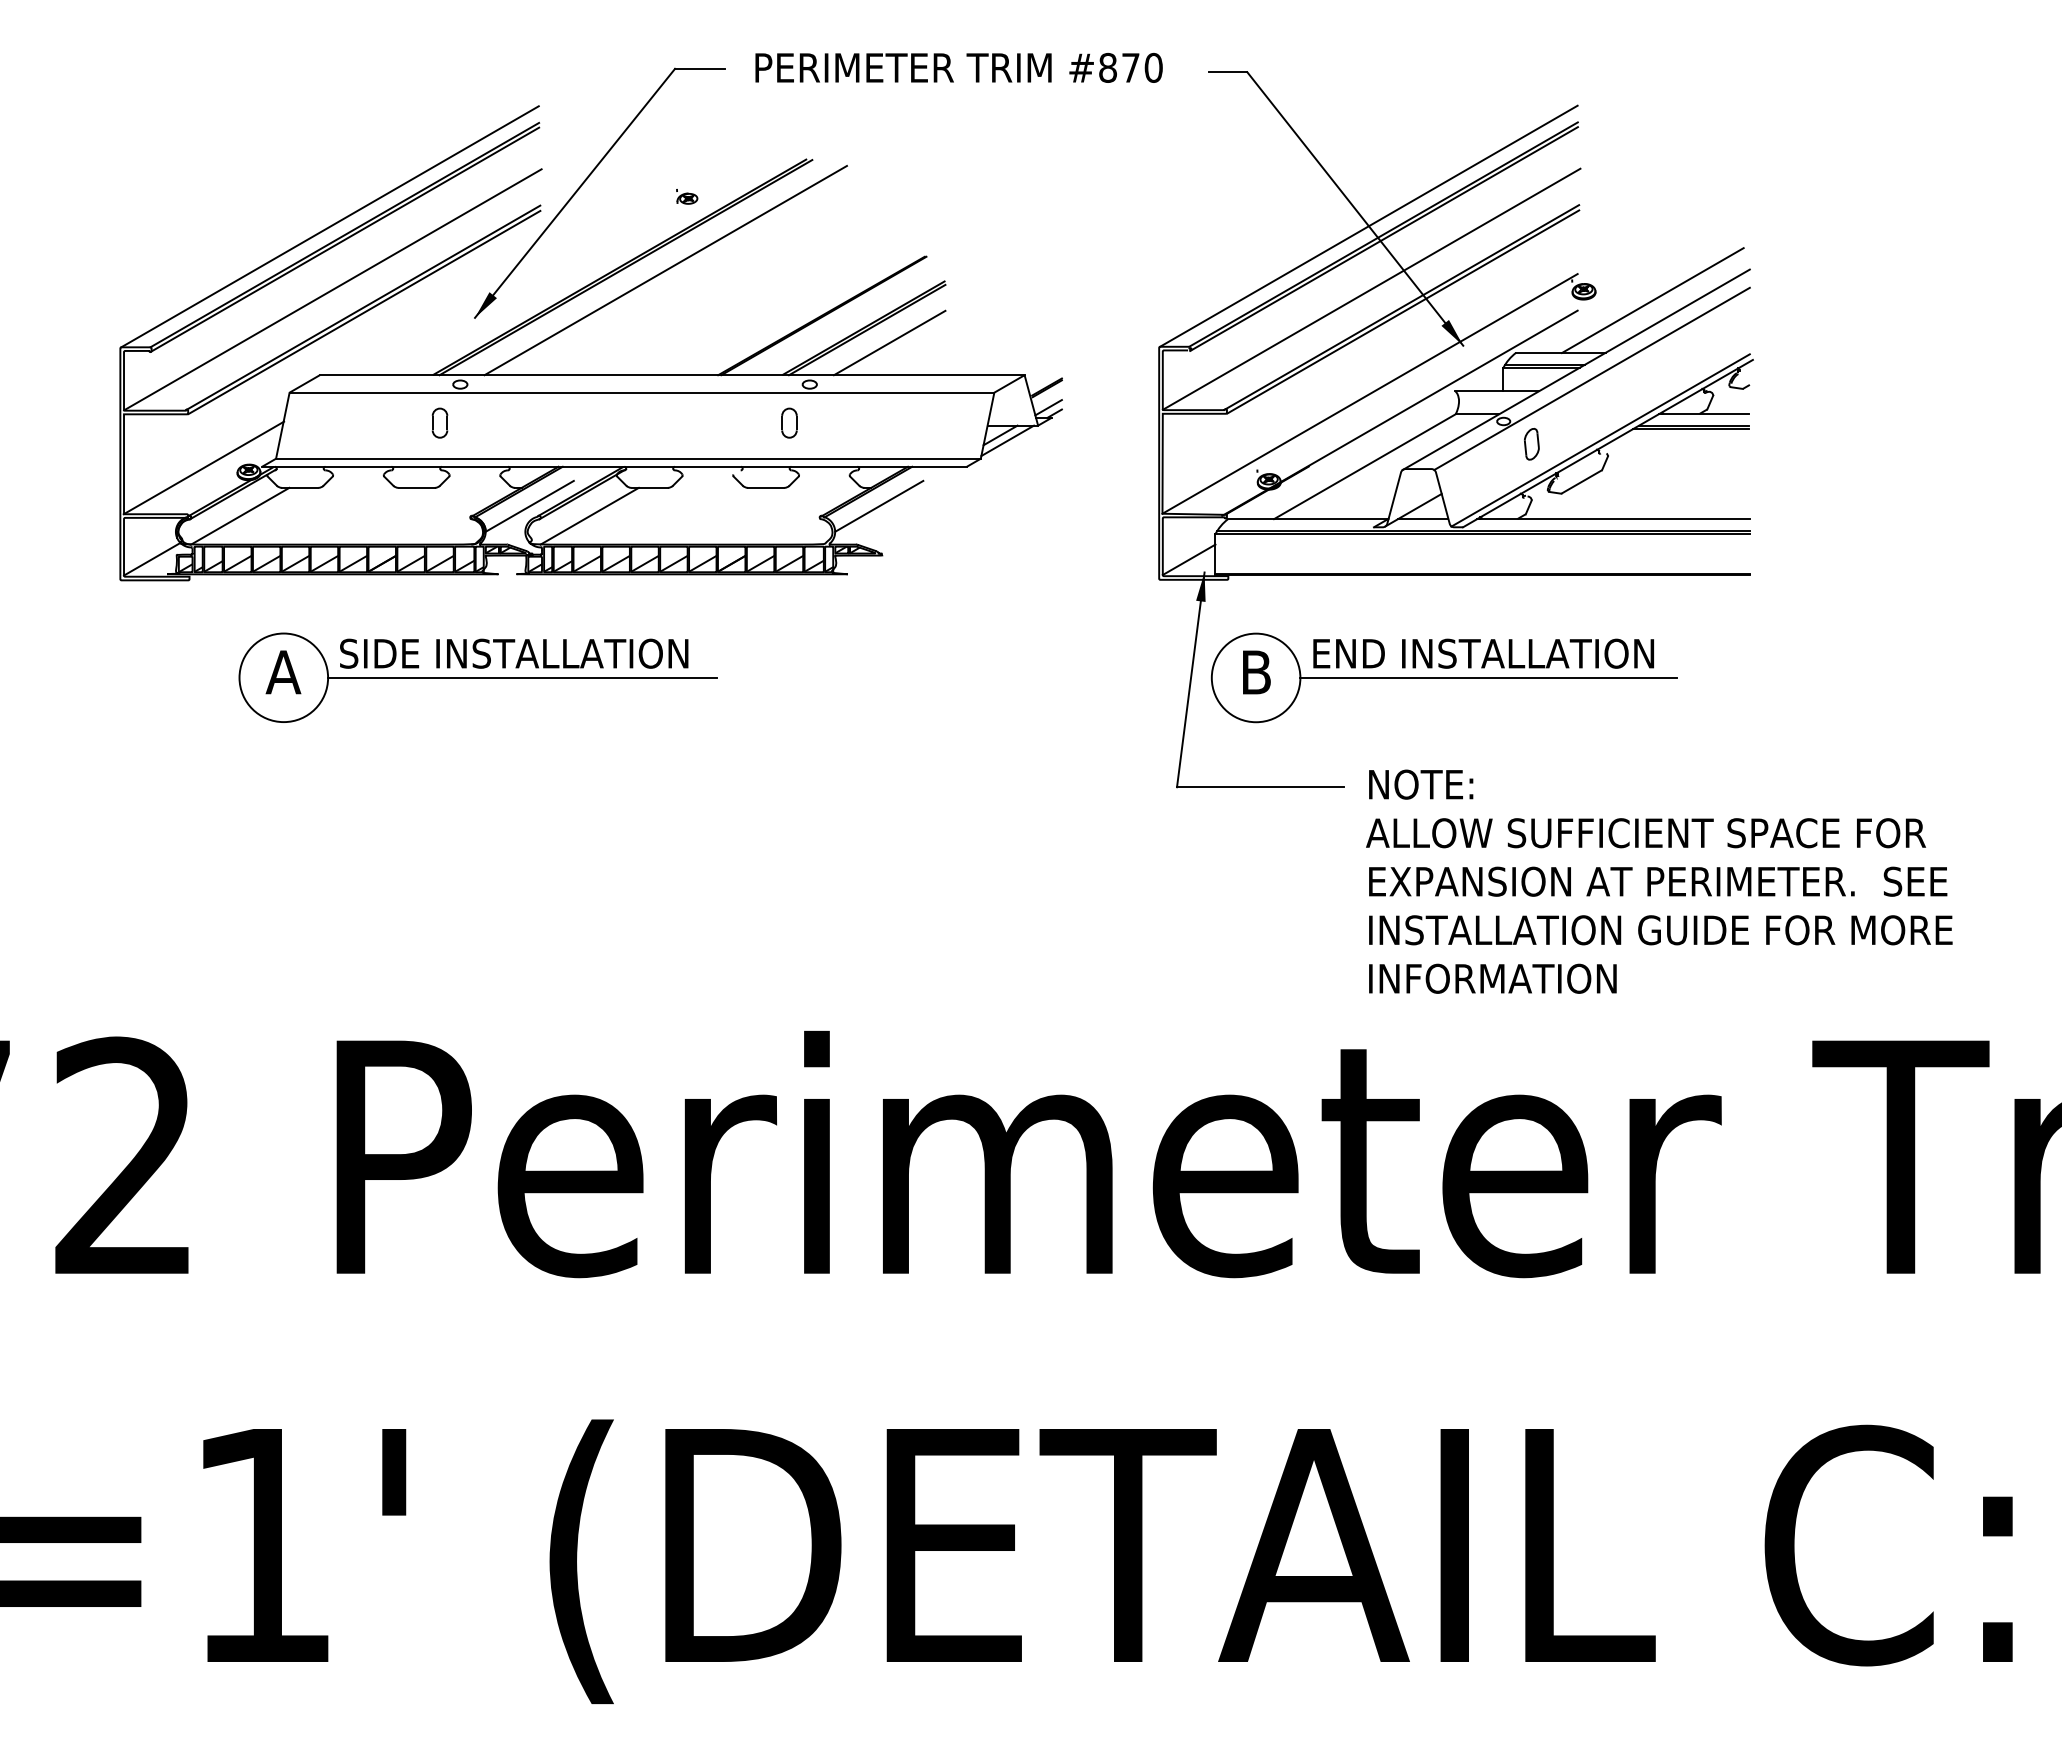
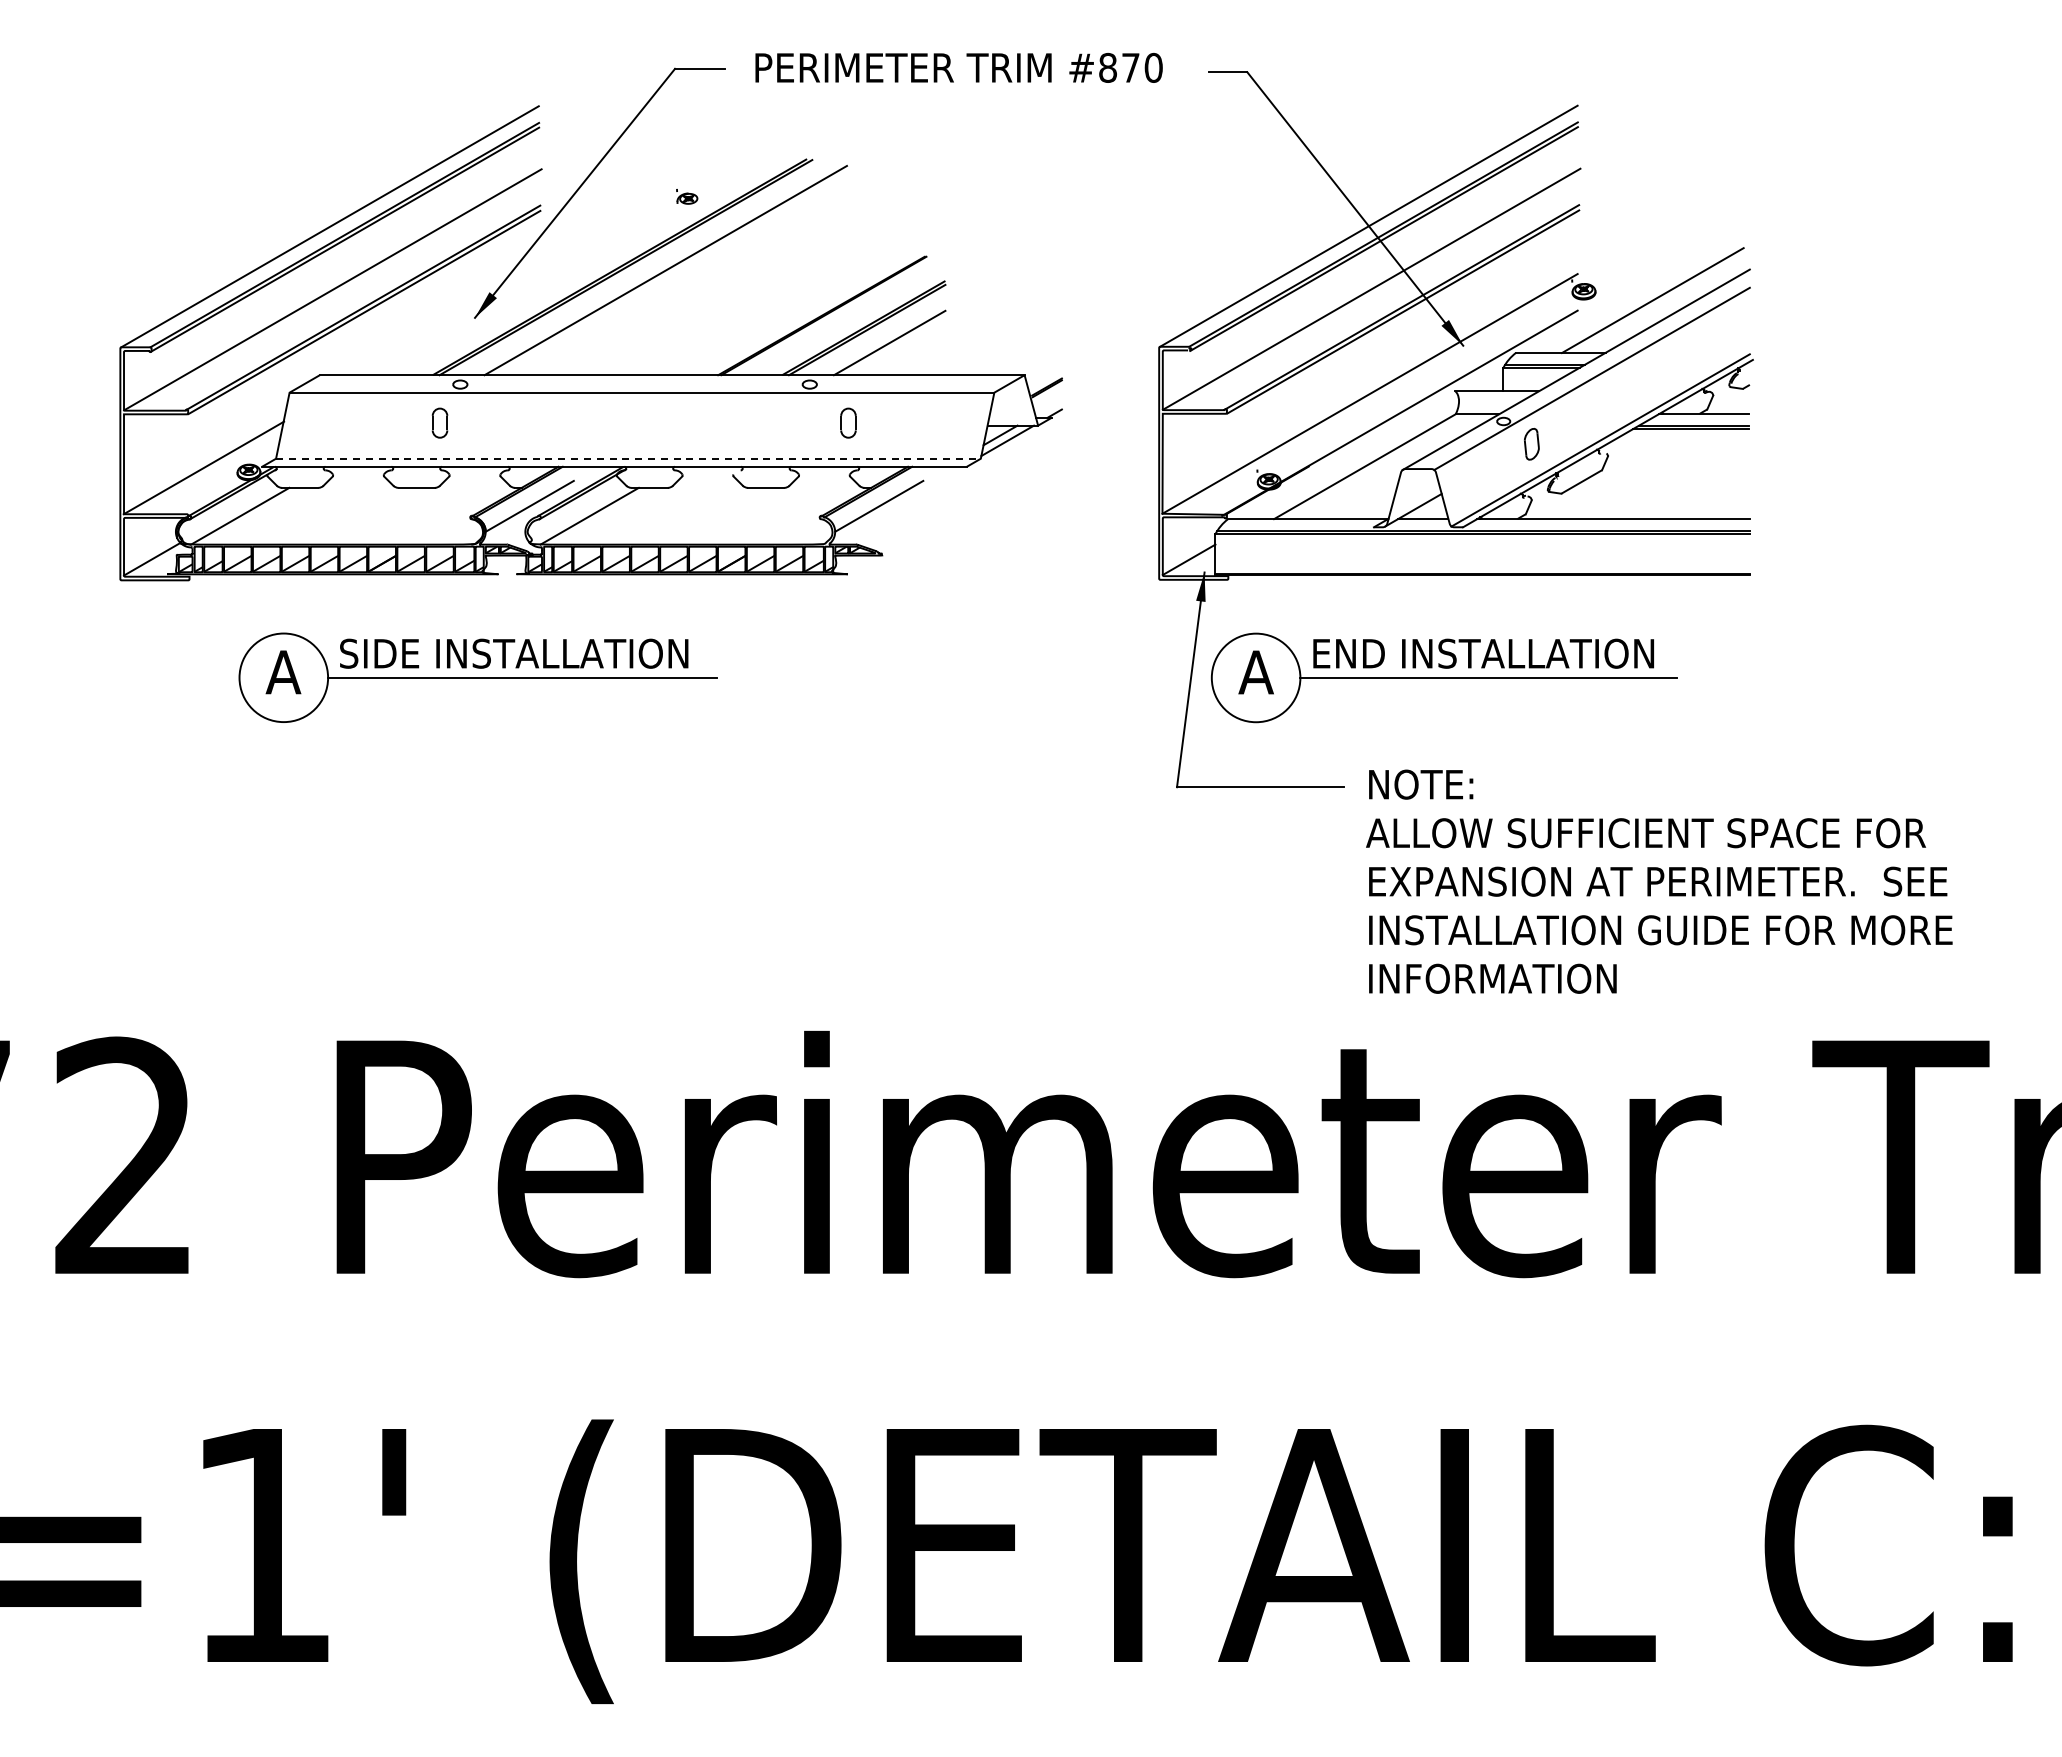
line at (1048, 407): present -> none
part at (789, 422) position: (789, 422) -> (848, 422)
line at (628, 458): solid -> dashed
text at (1255, 672): B -> A
